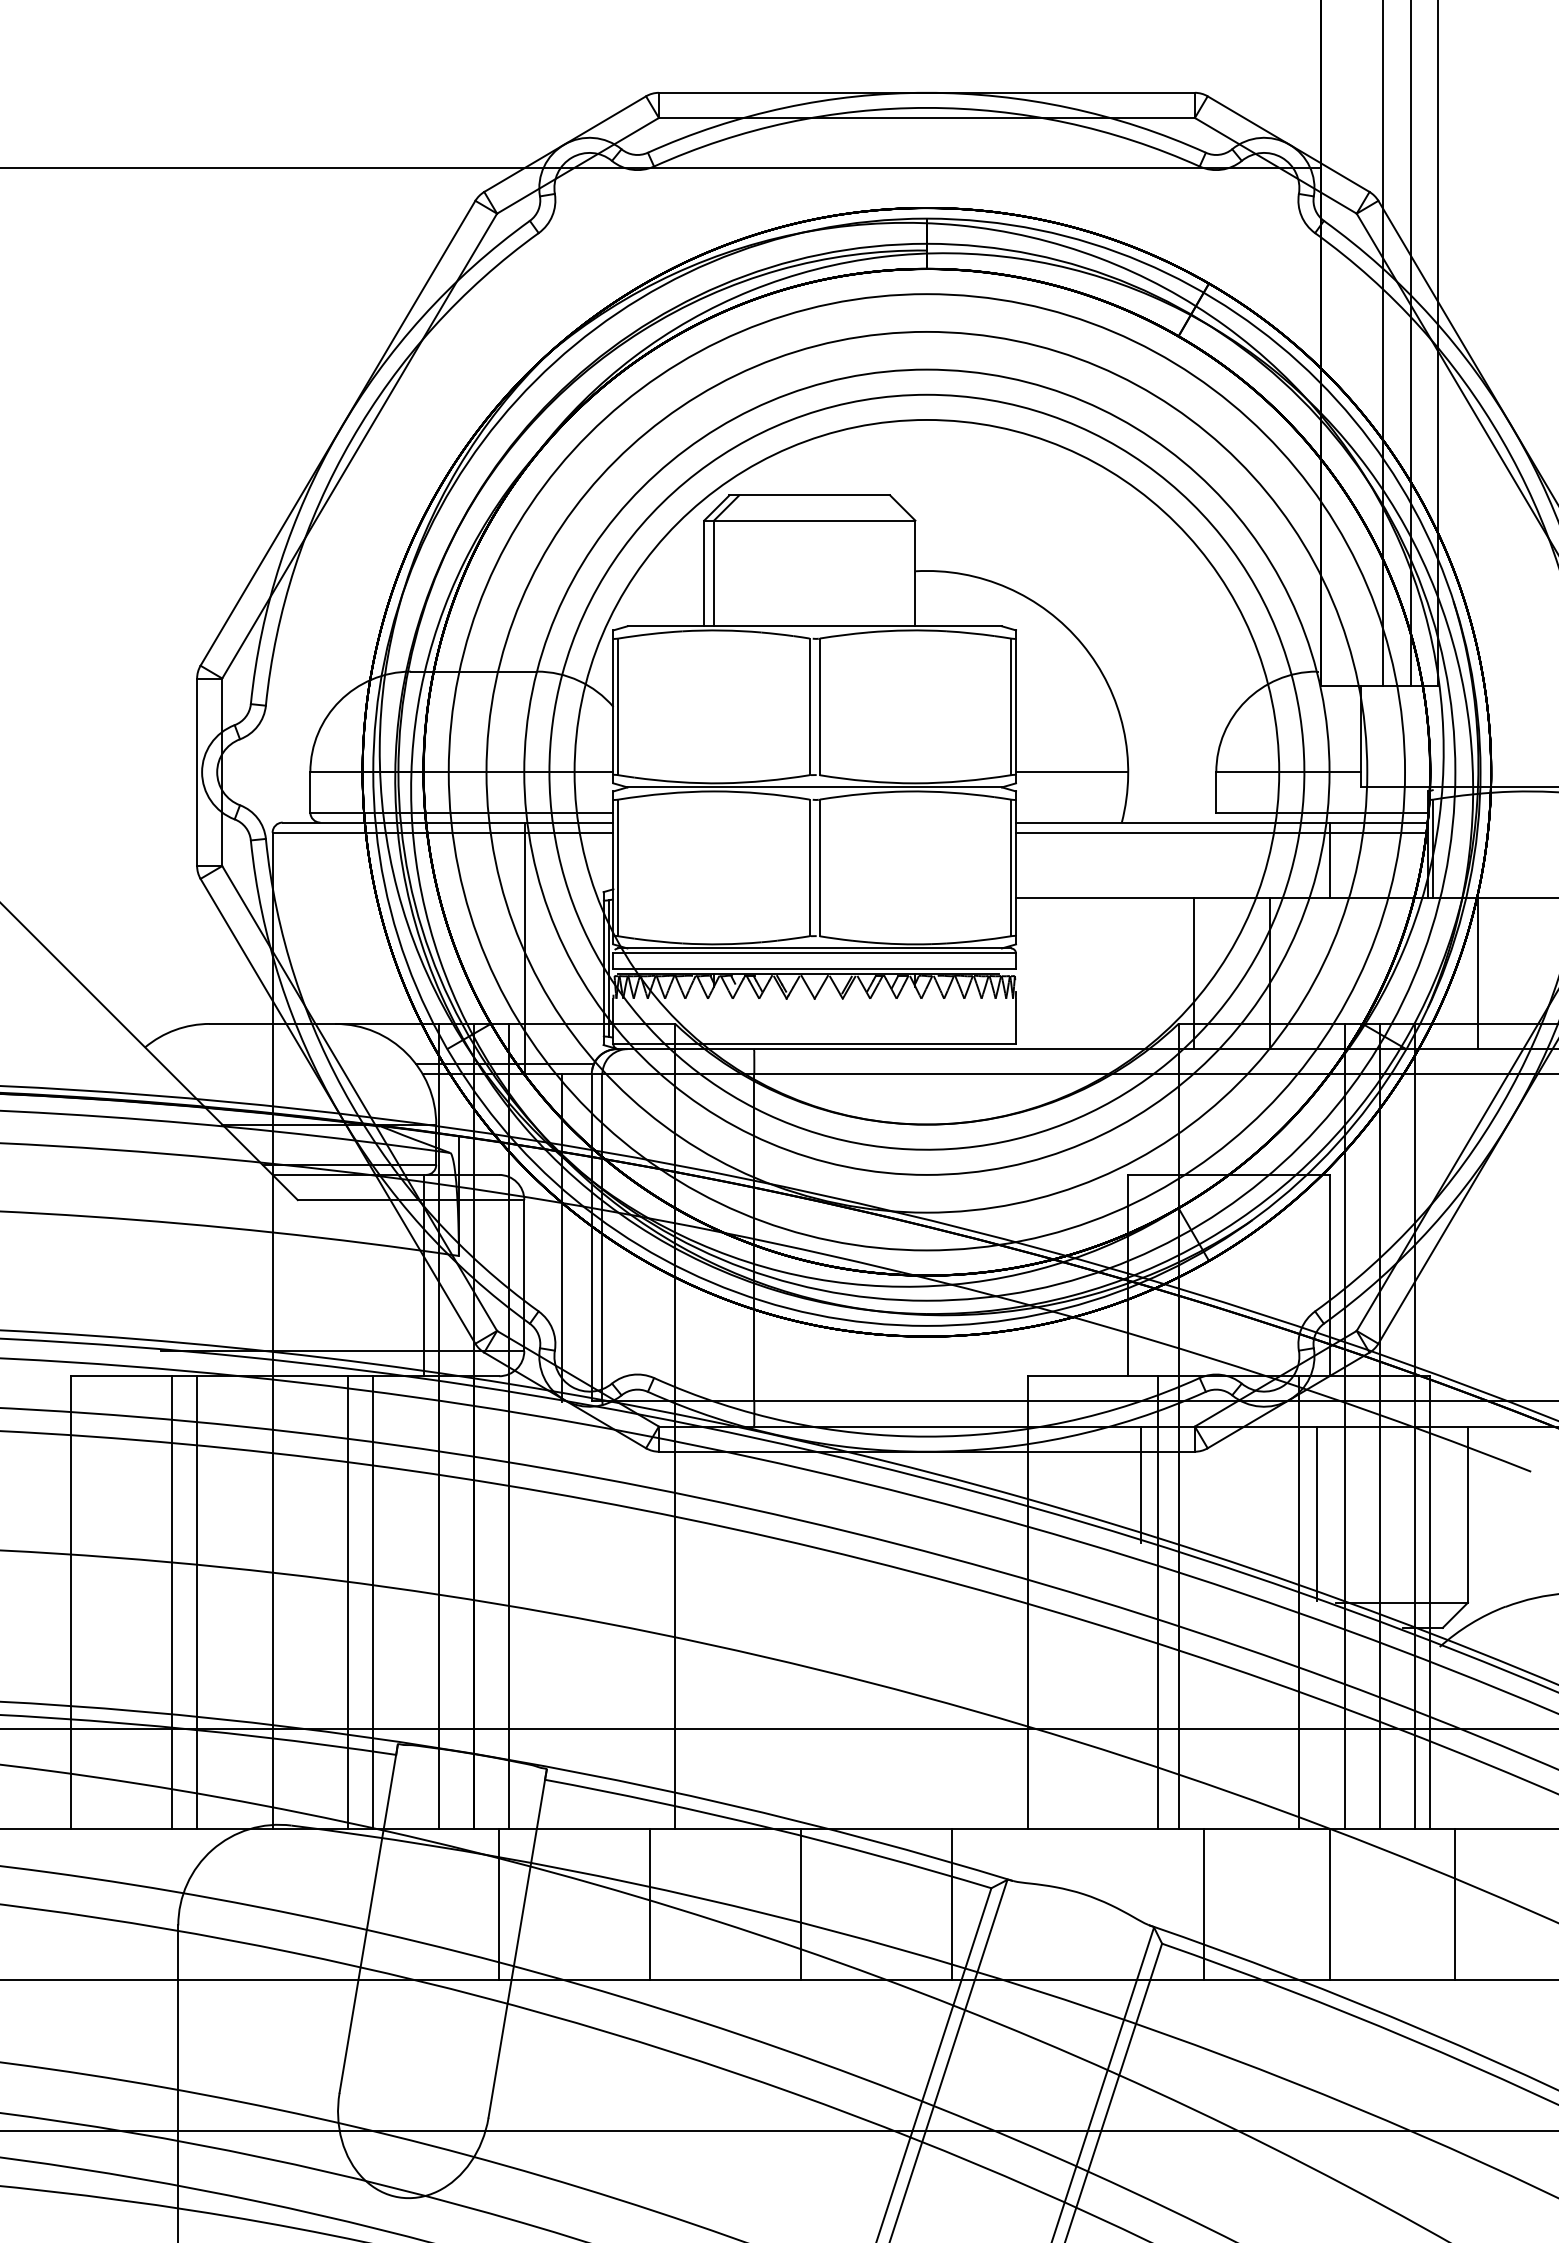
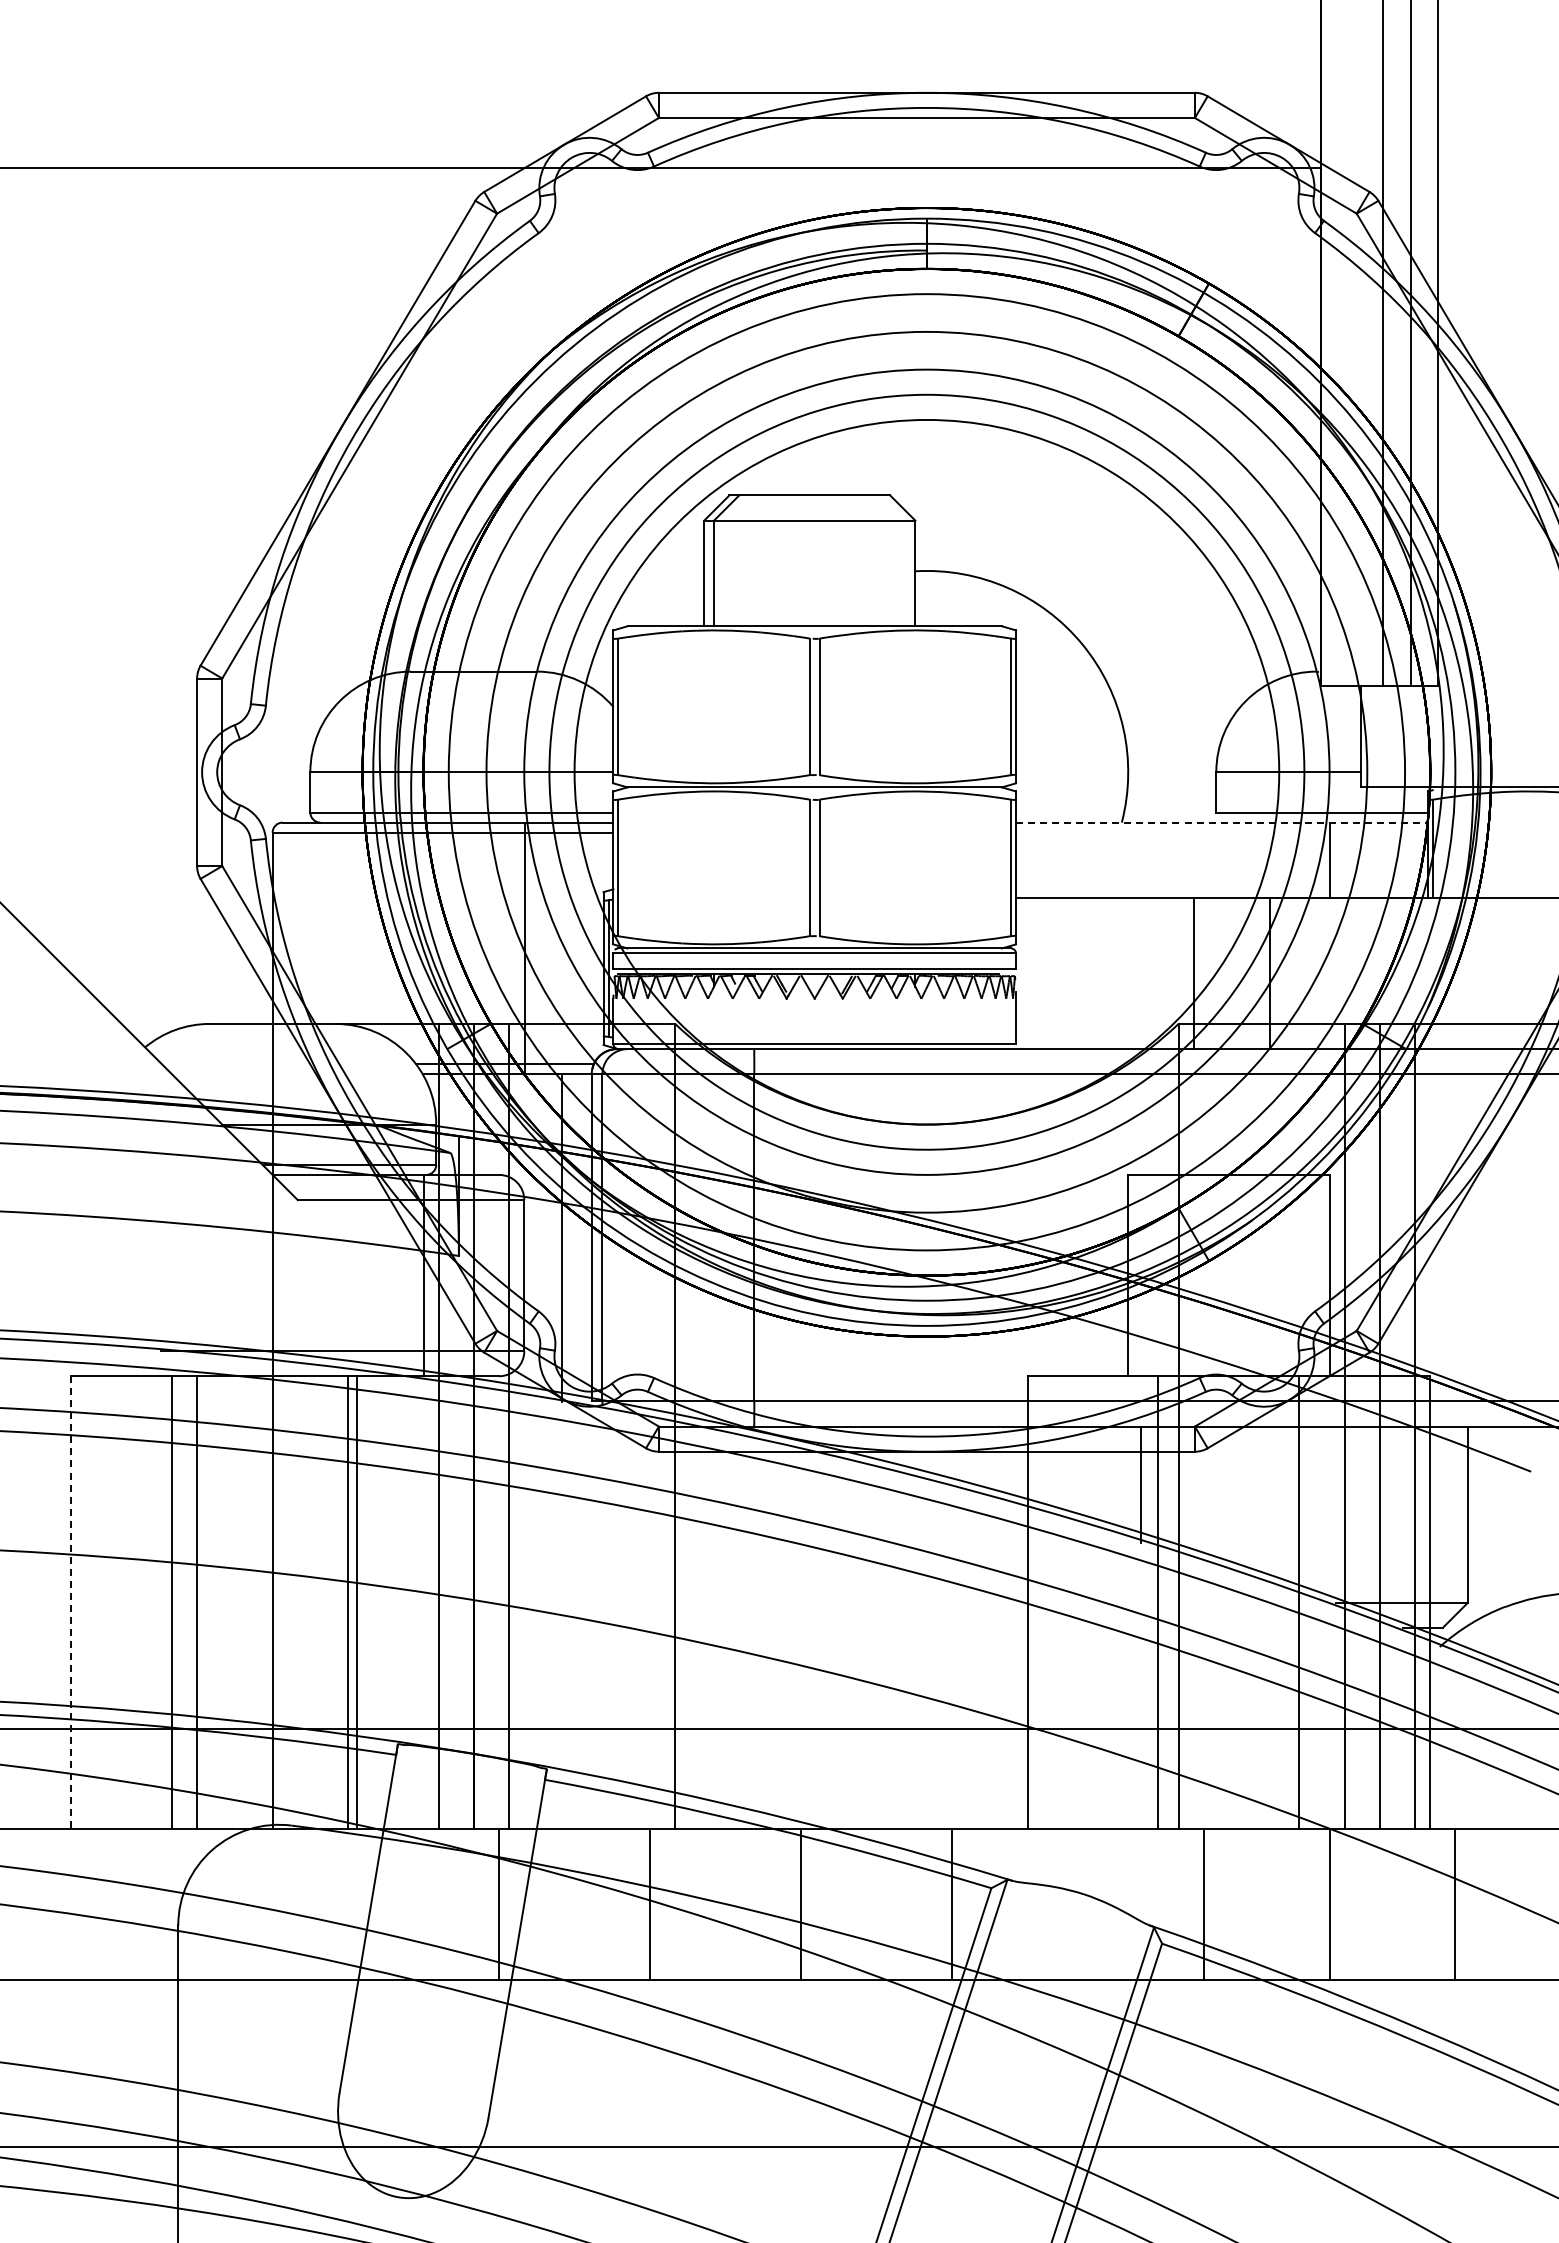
line at (1072, 772): present -> none
line at (1222, 822): solid -> dashed
line at (1222, 832): present -> none
line at (1477, 973): present -> none
line at (1317, 1513): present -> none
line at (373, 1602) position: (373, 1602) -> (357, 1602)
line at (71, 1603): solid -> dashed
line at (778, 2131) position: (778, 2131) -> (778, 2147)
